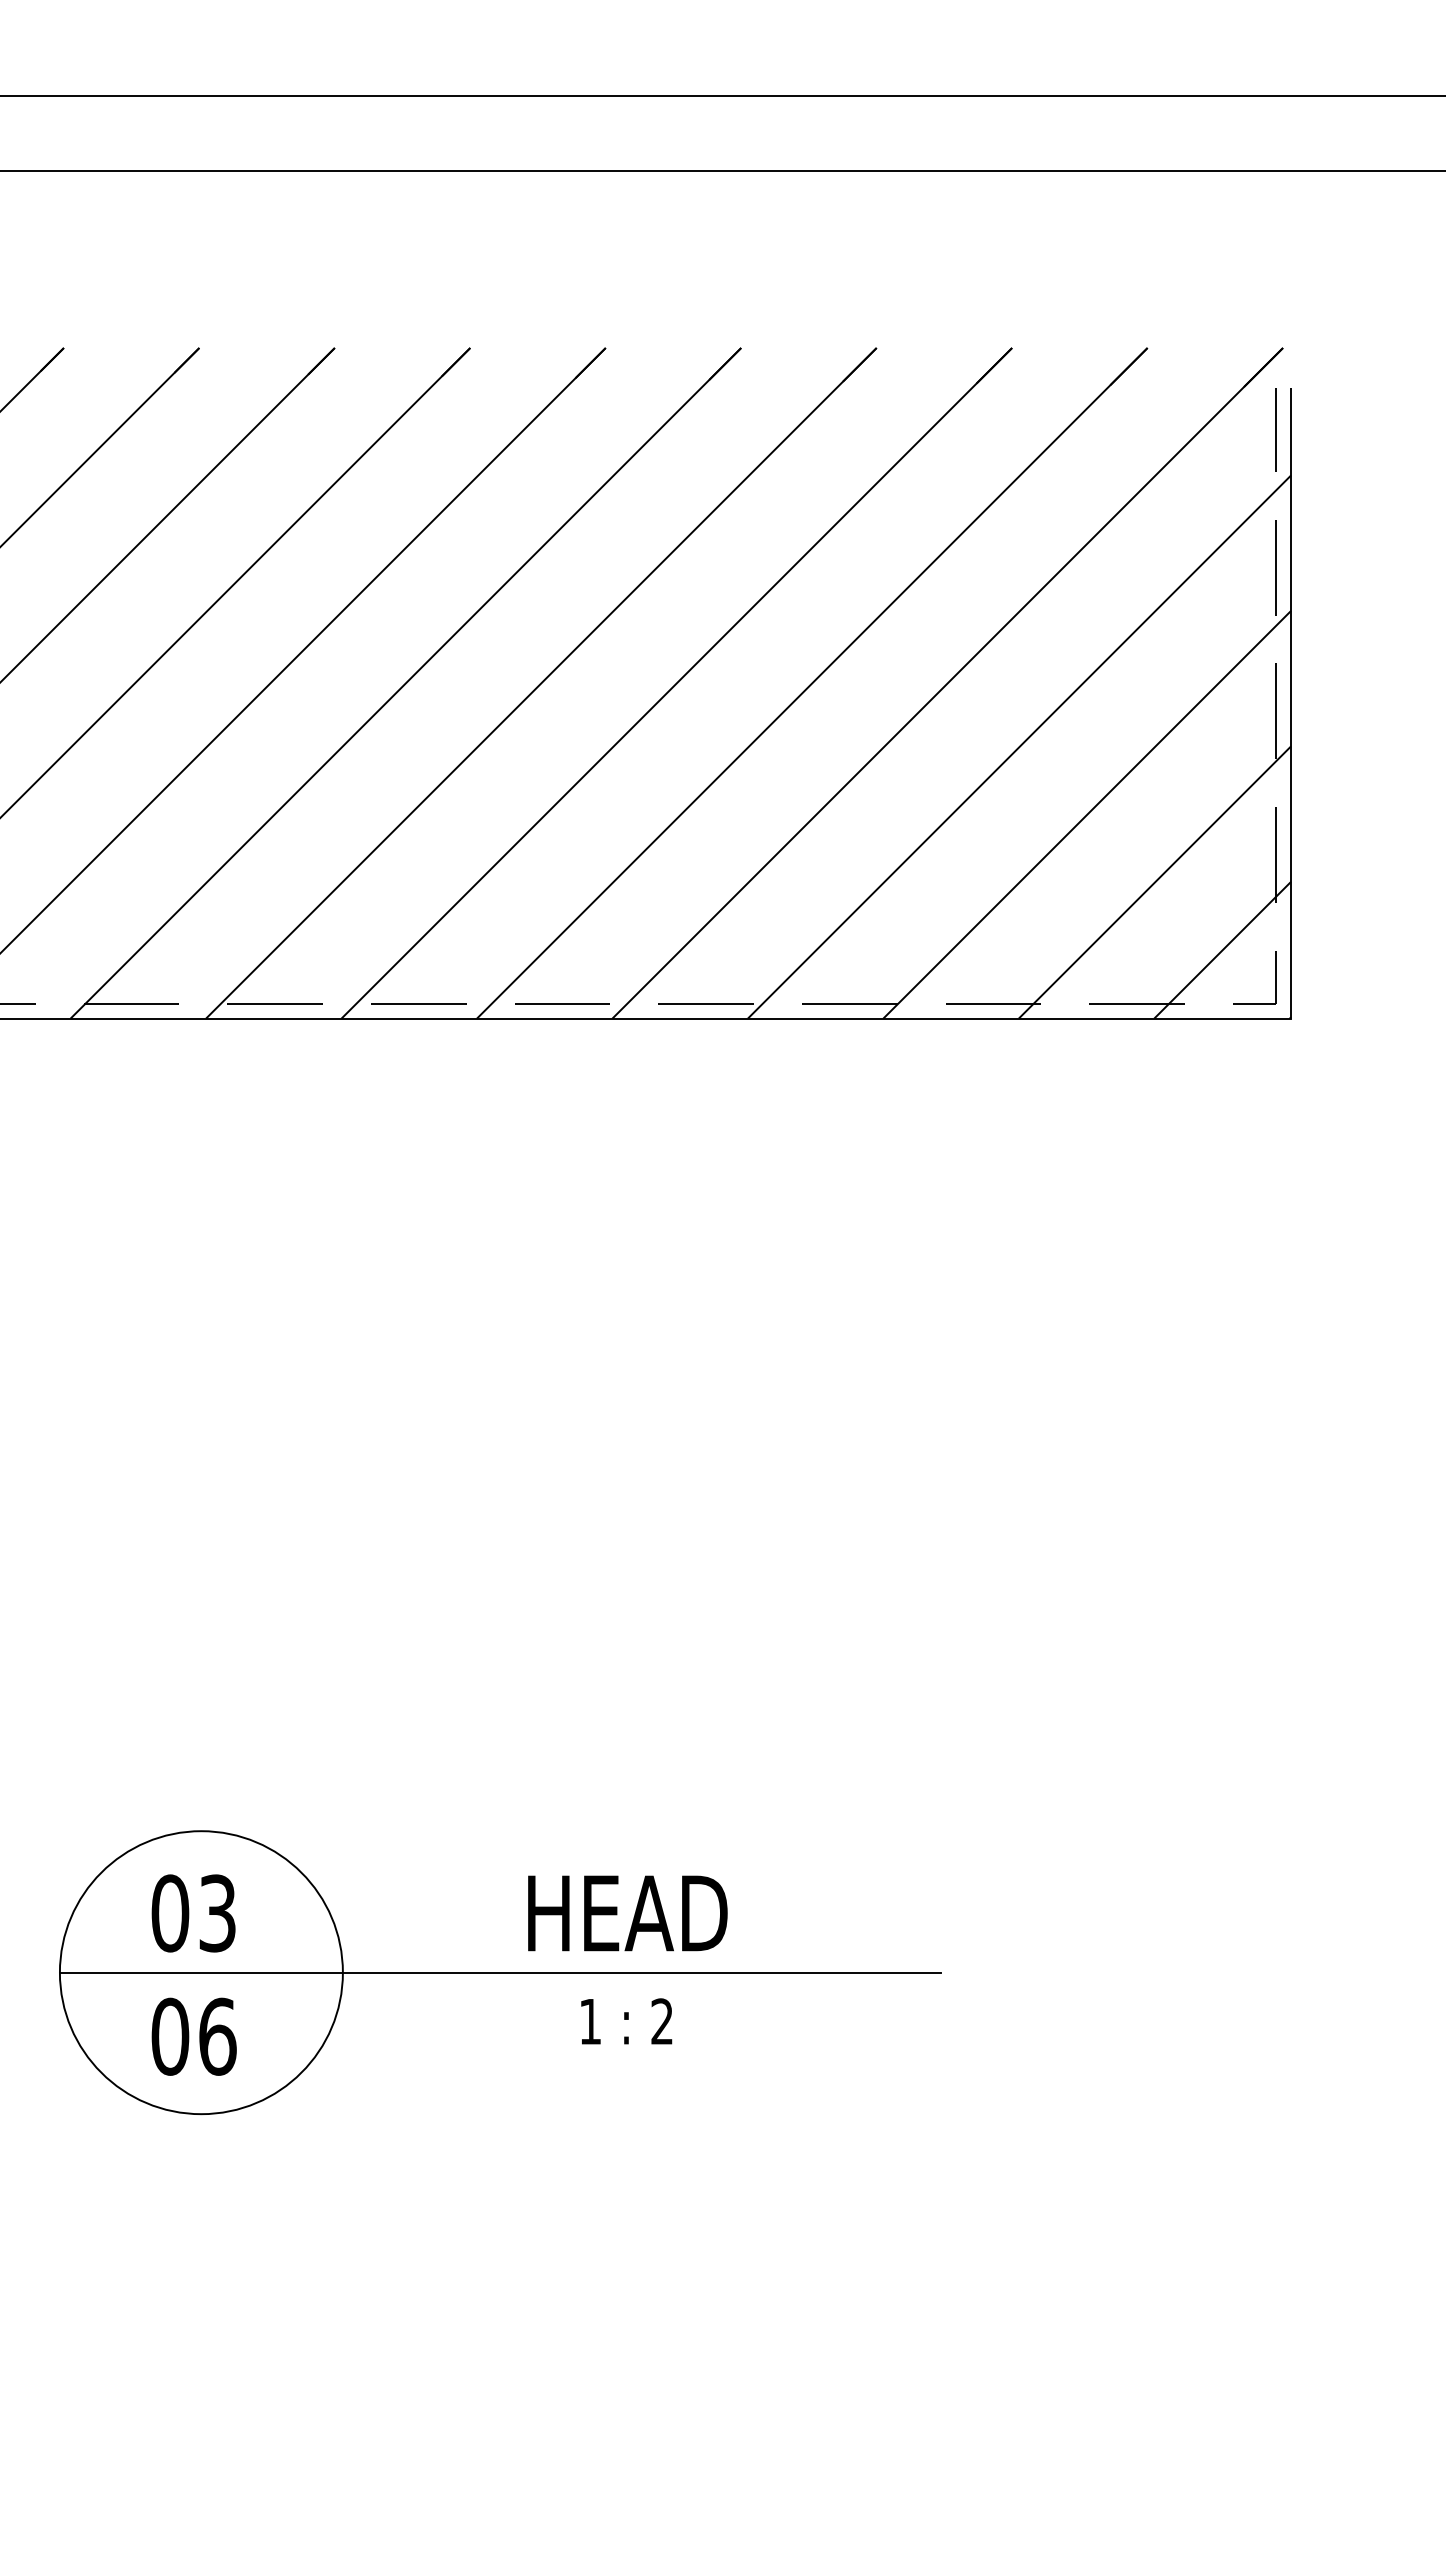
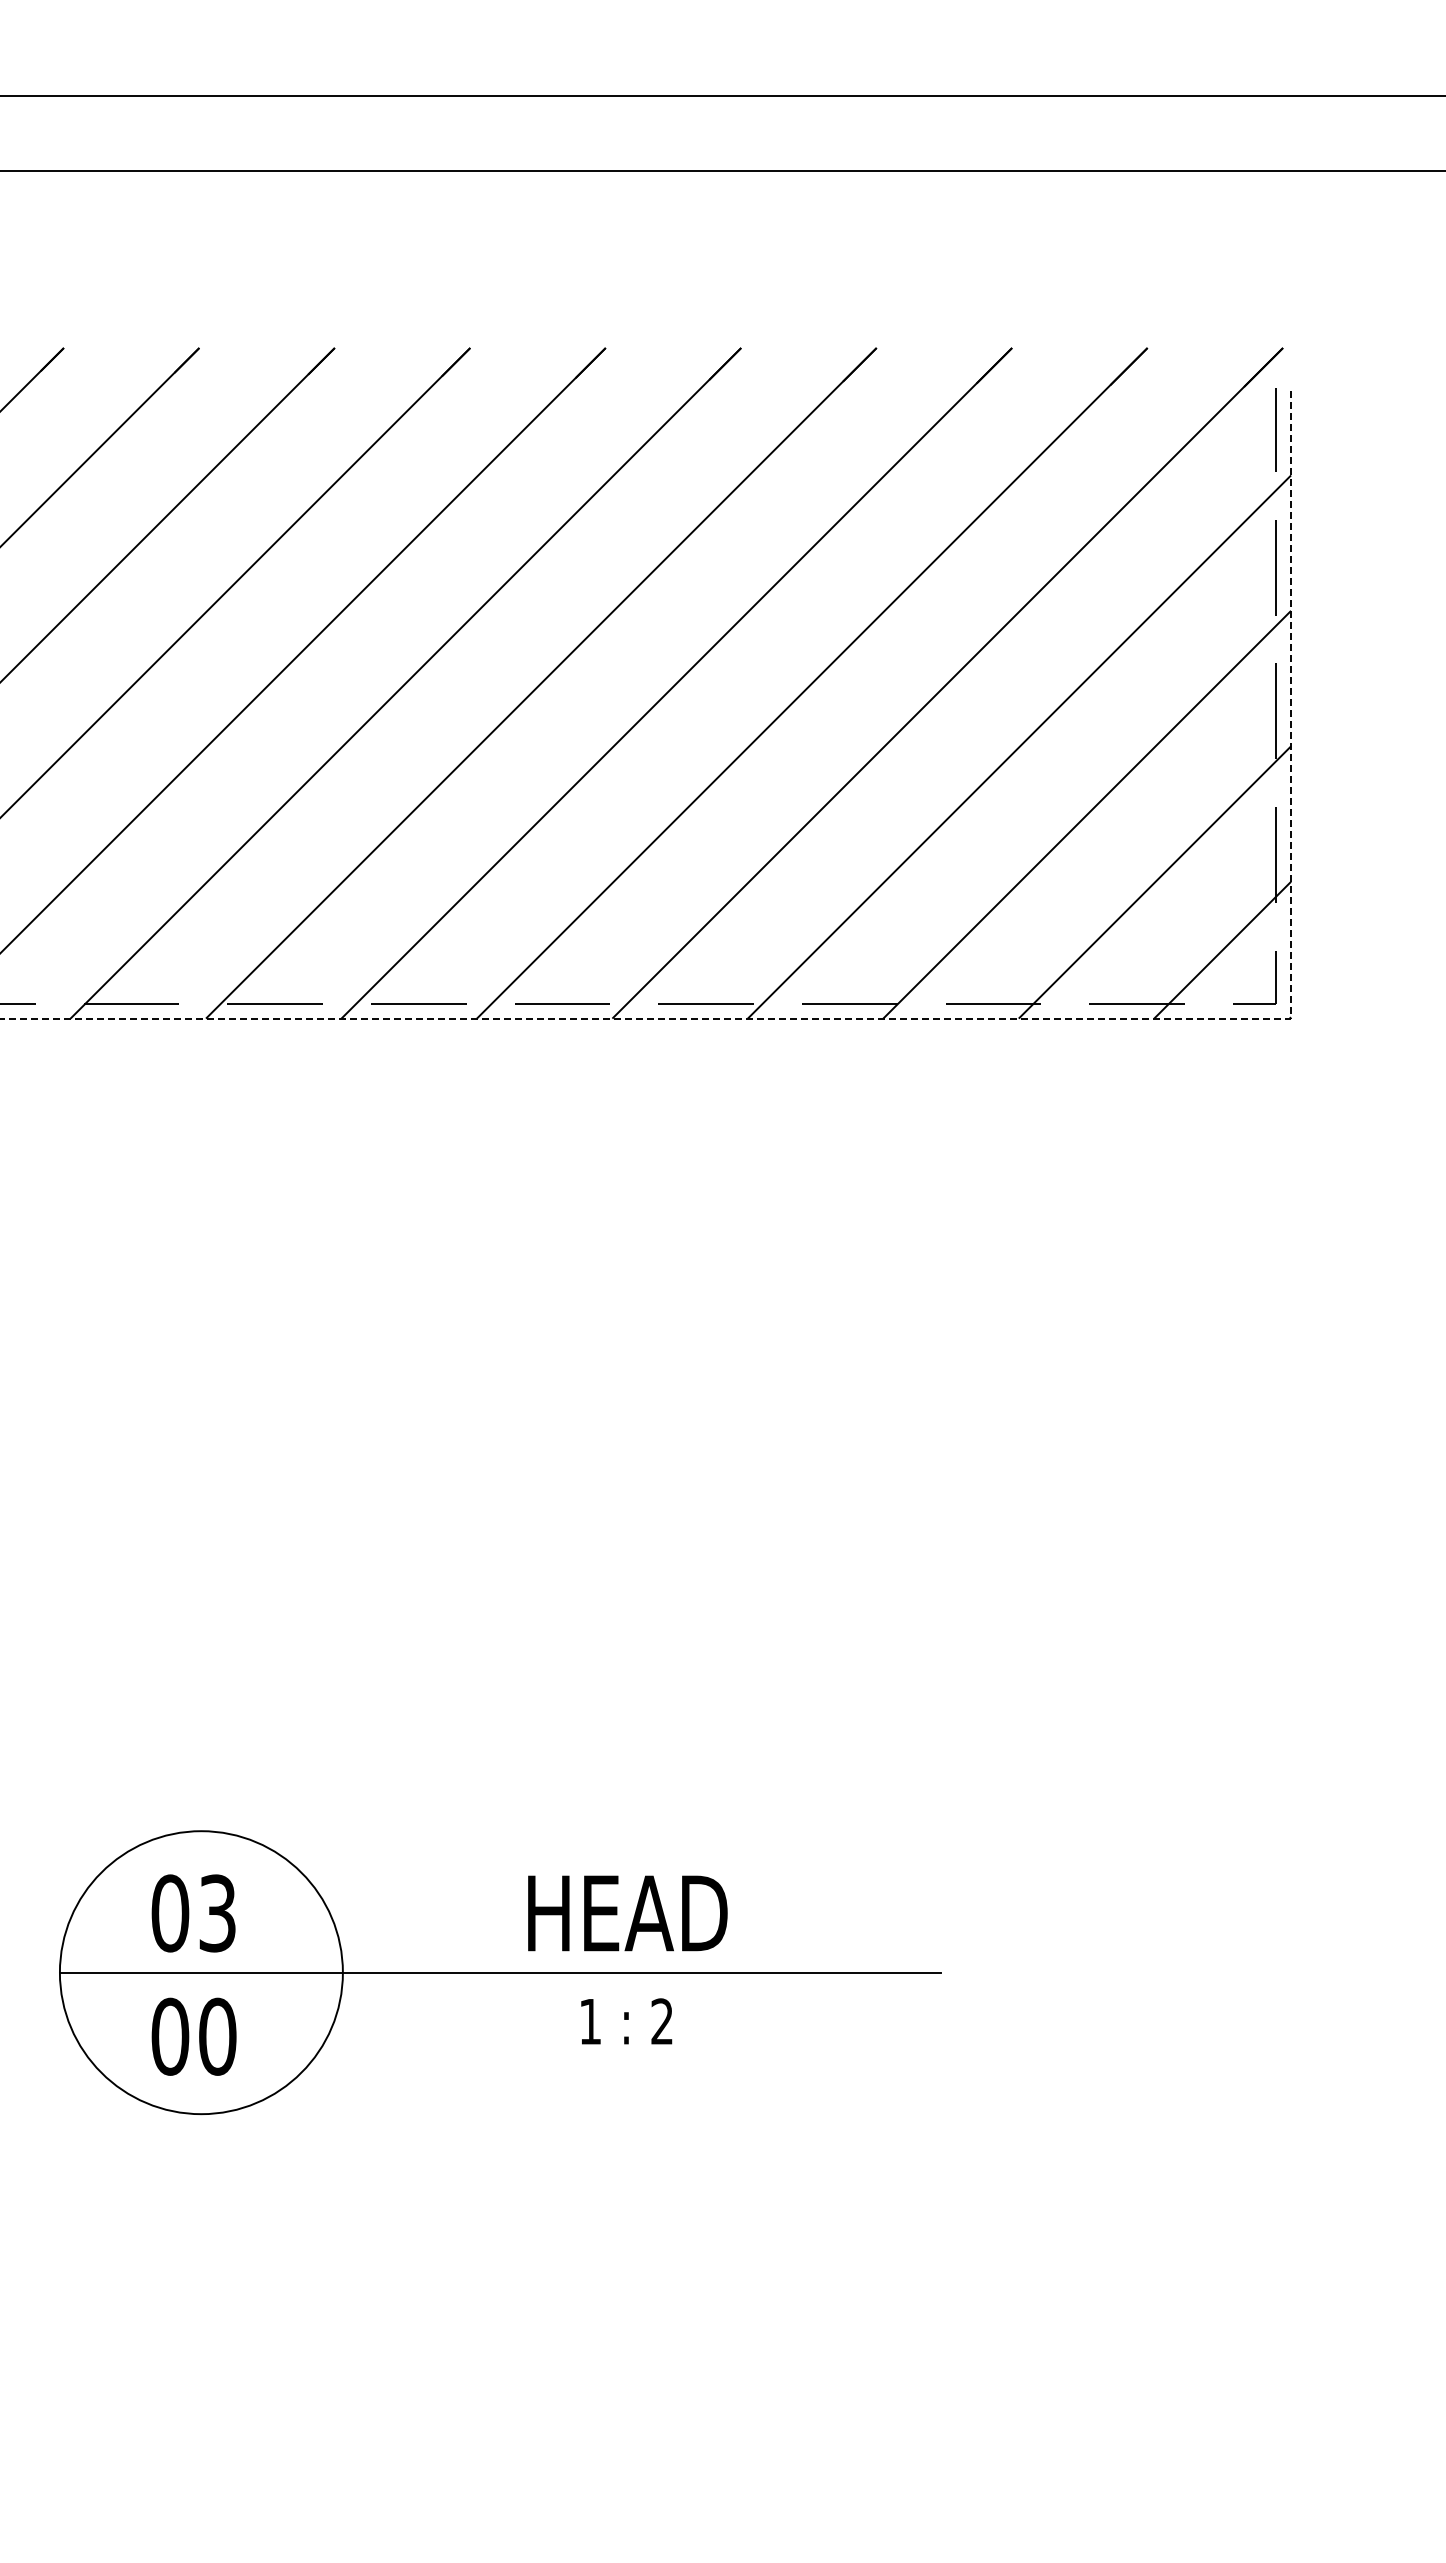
line at (962, 1018): solid -> dashed
text at (217, 2036): 06 -> 00
